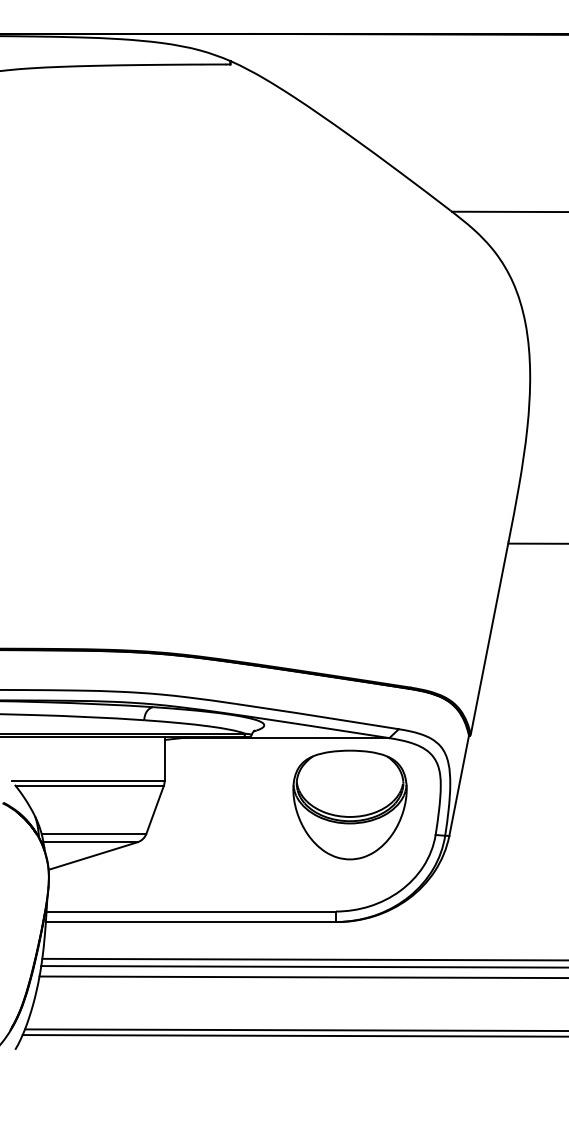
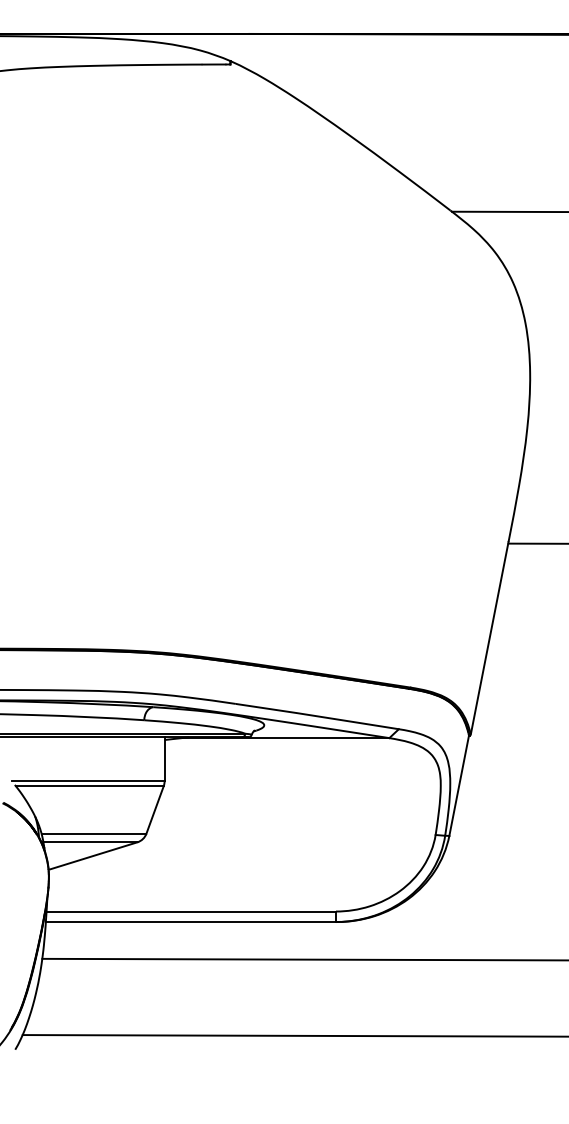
part at (349, 804): present -> none
line at (303, 966): present -> none
line at (302, 977): present -> none
line at (295, 1030): present -> none
